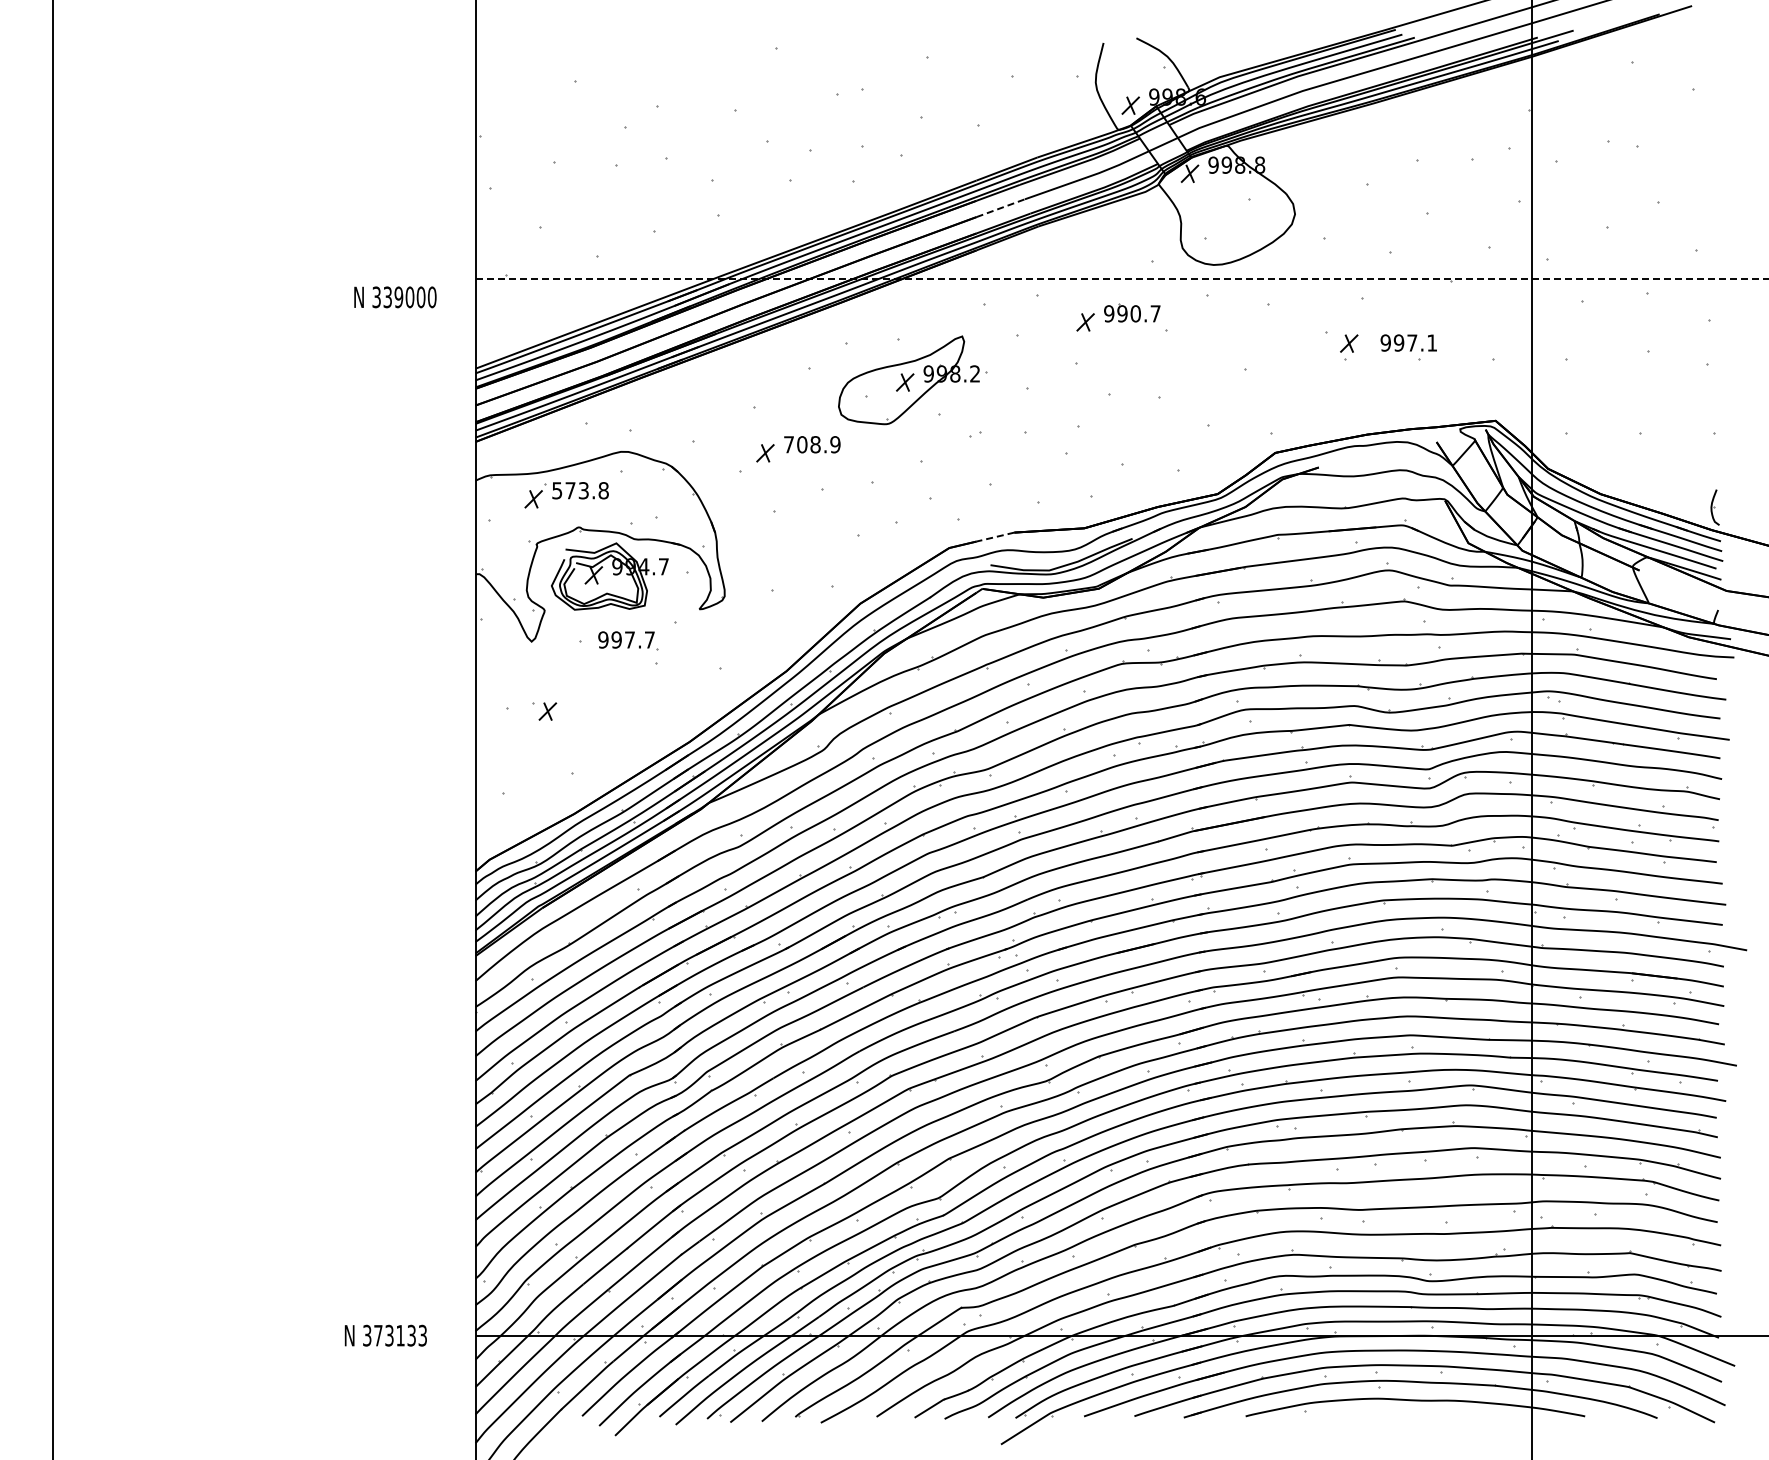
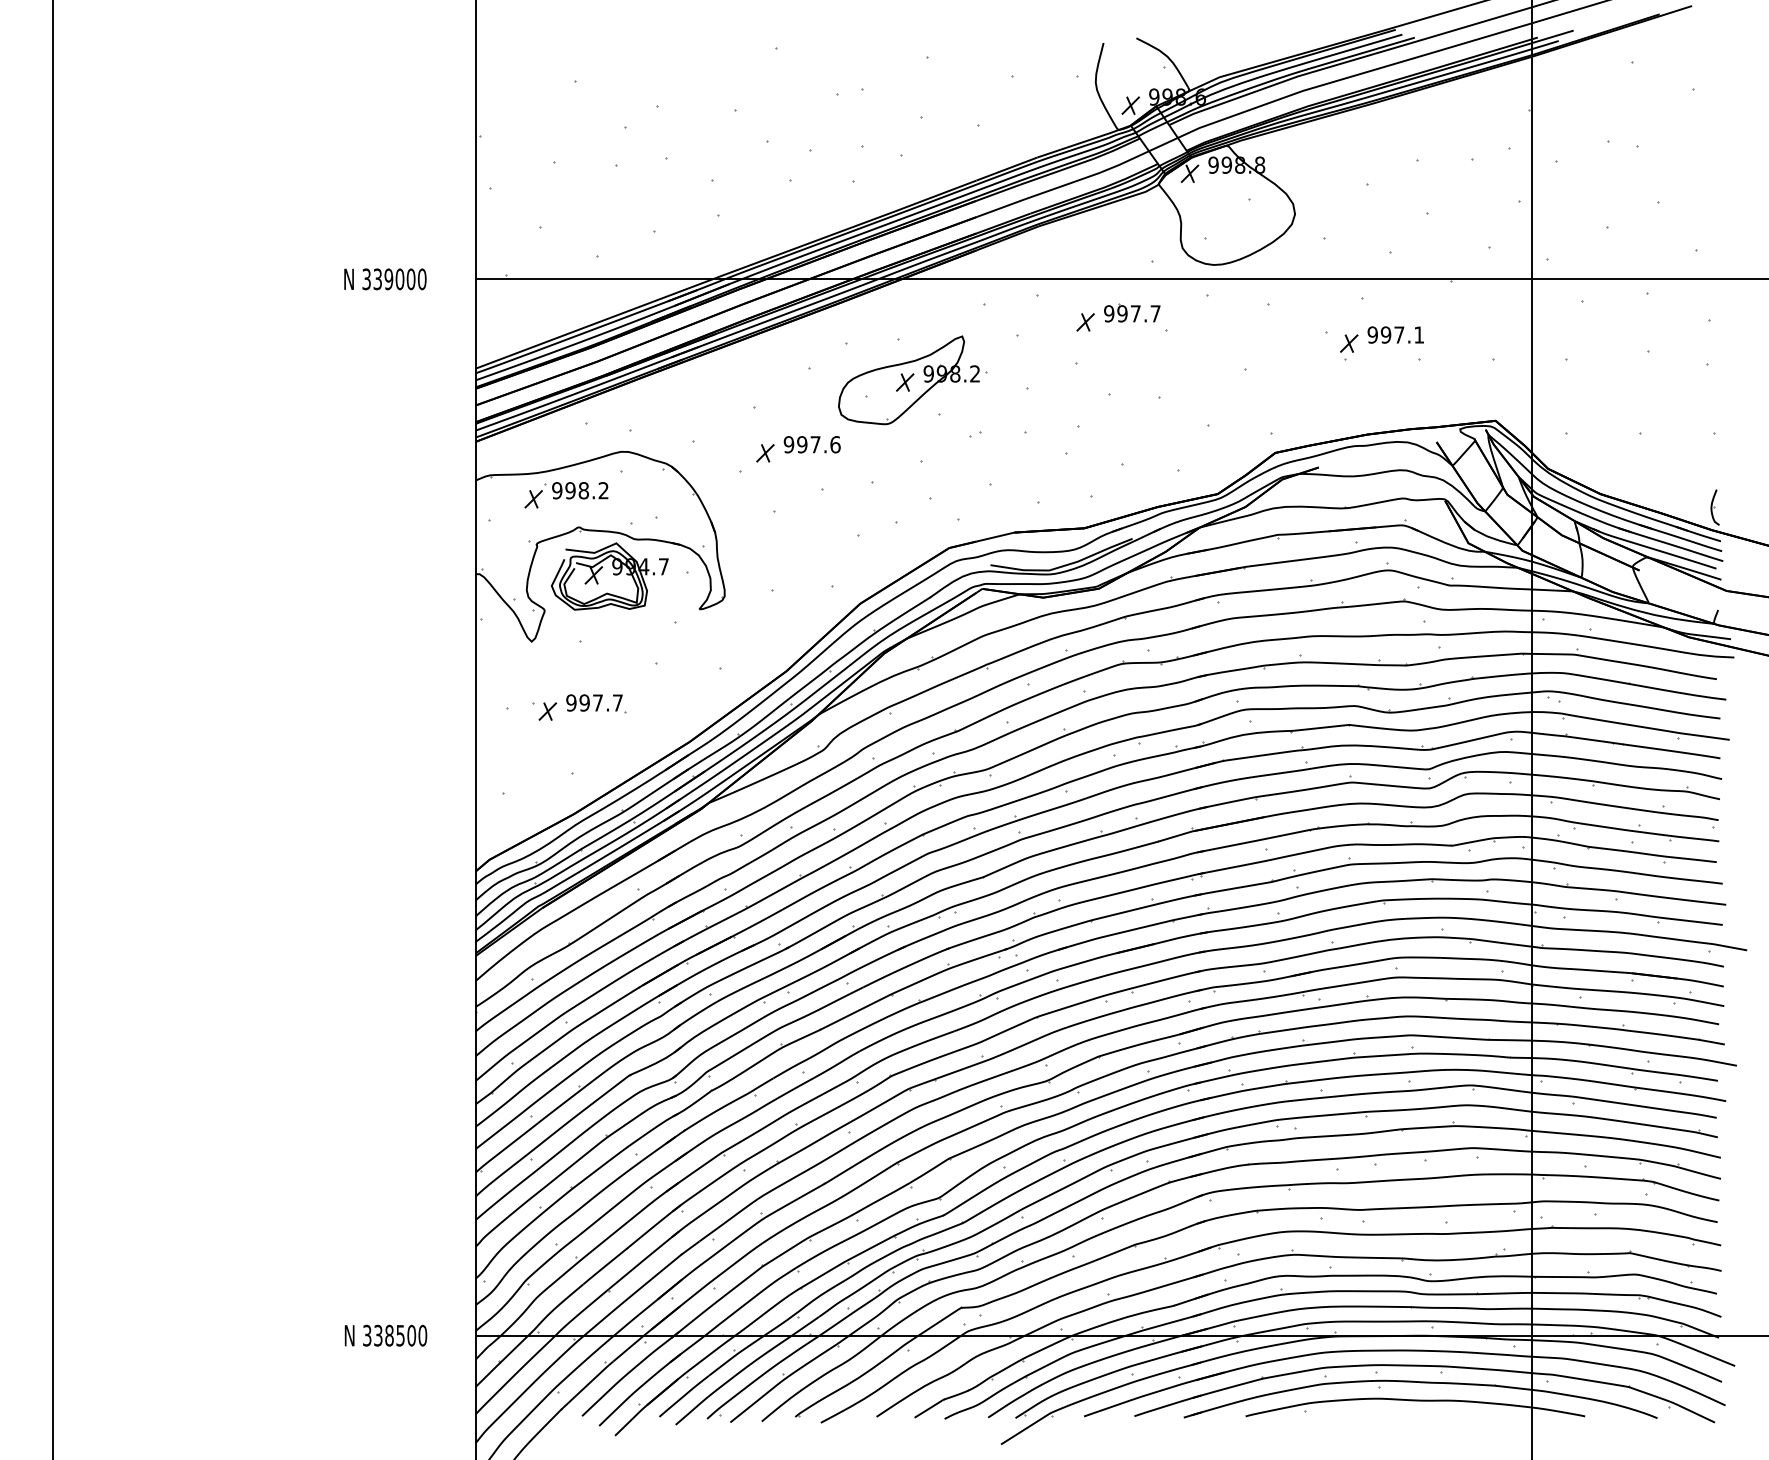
line at (1000, 208): dashed -> solid
line at (1122, 279): dashed -> solid
text at (395, 297) position: (395, 297) -> (385, 279)
text at (1135, 313): 990.7 -> 997.7
text at (1408, 342) position: (1408, 342) -> (1395, 334)
text at (811, 444): 708.9 -> 997.6
text at (580, 490): 573.8 -> 998.2
line at (994, 537): dashed -> solid
part at (628, 640) position: (628, 640) -> (596, 703)
text at (400, 1335): 373133 -> 338500
